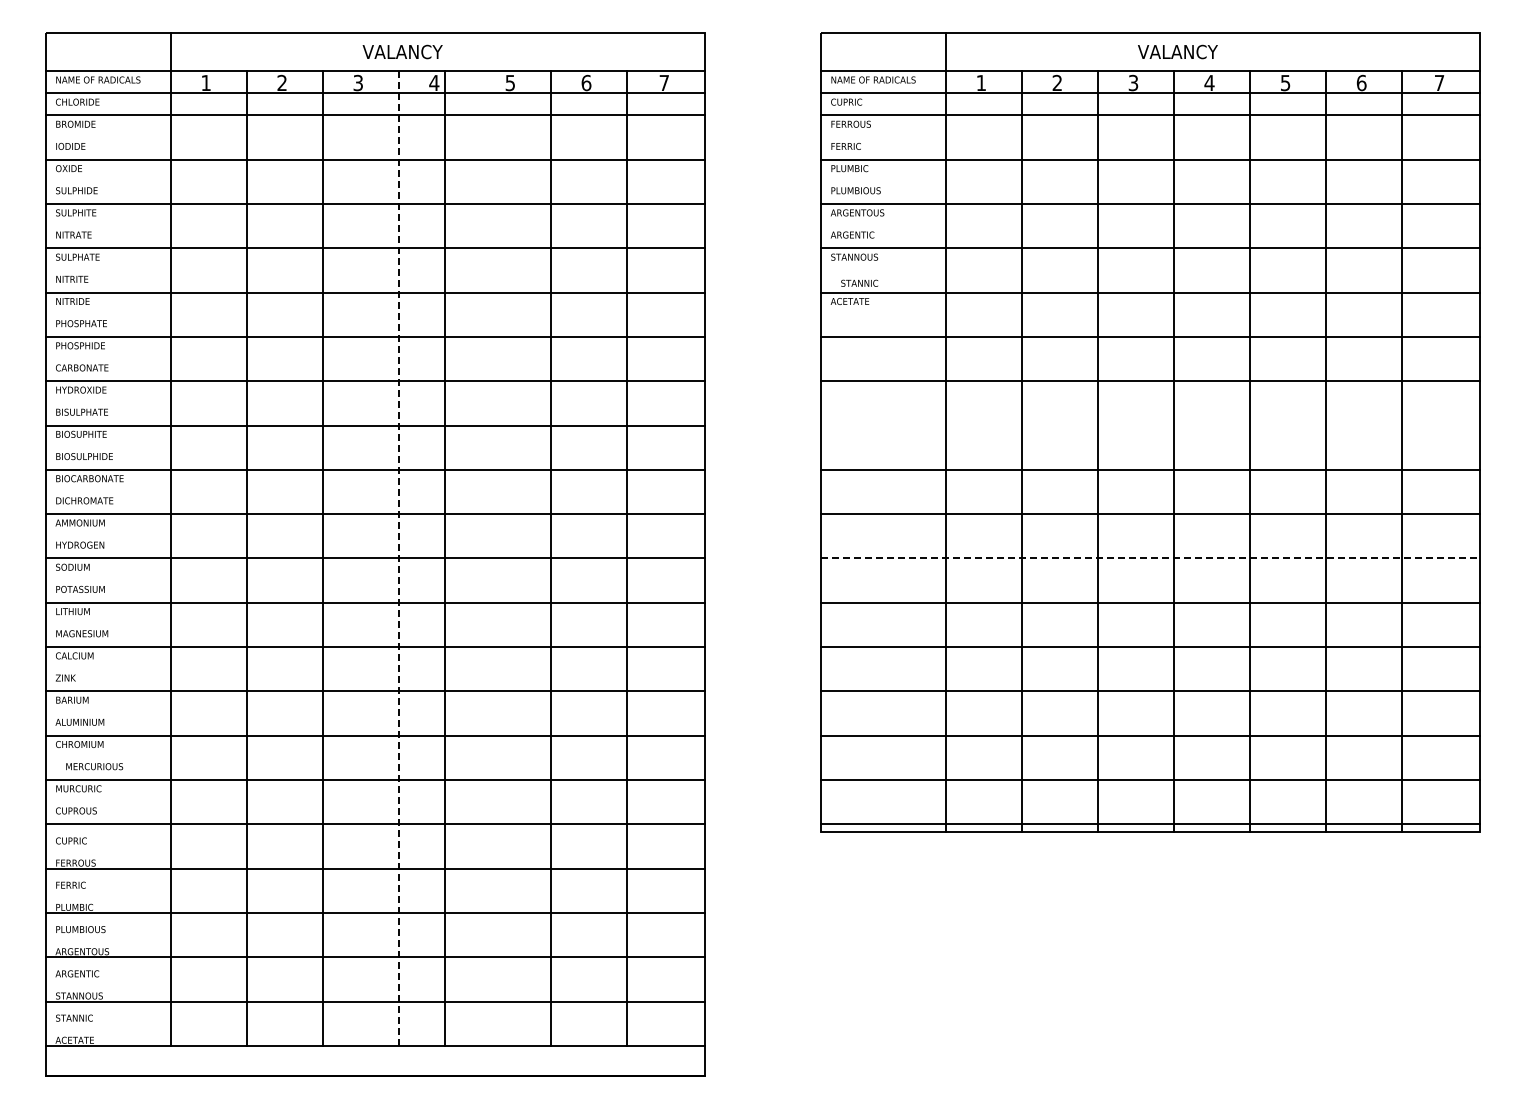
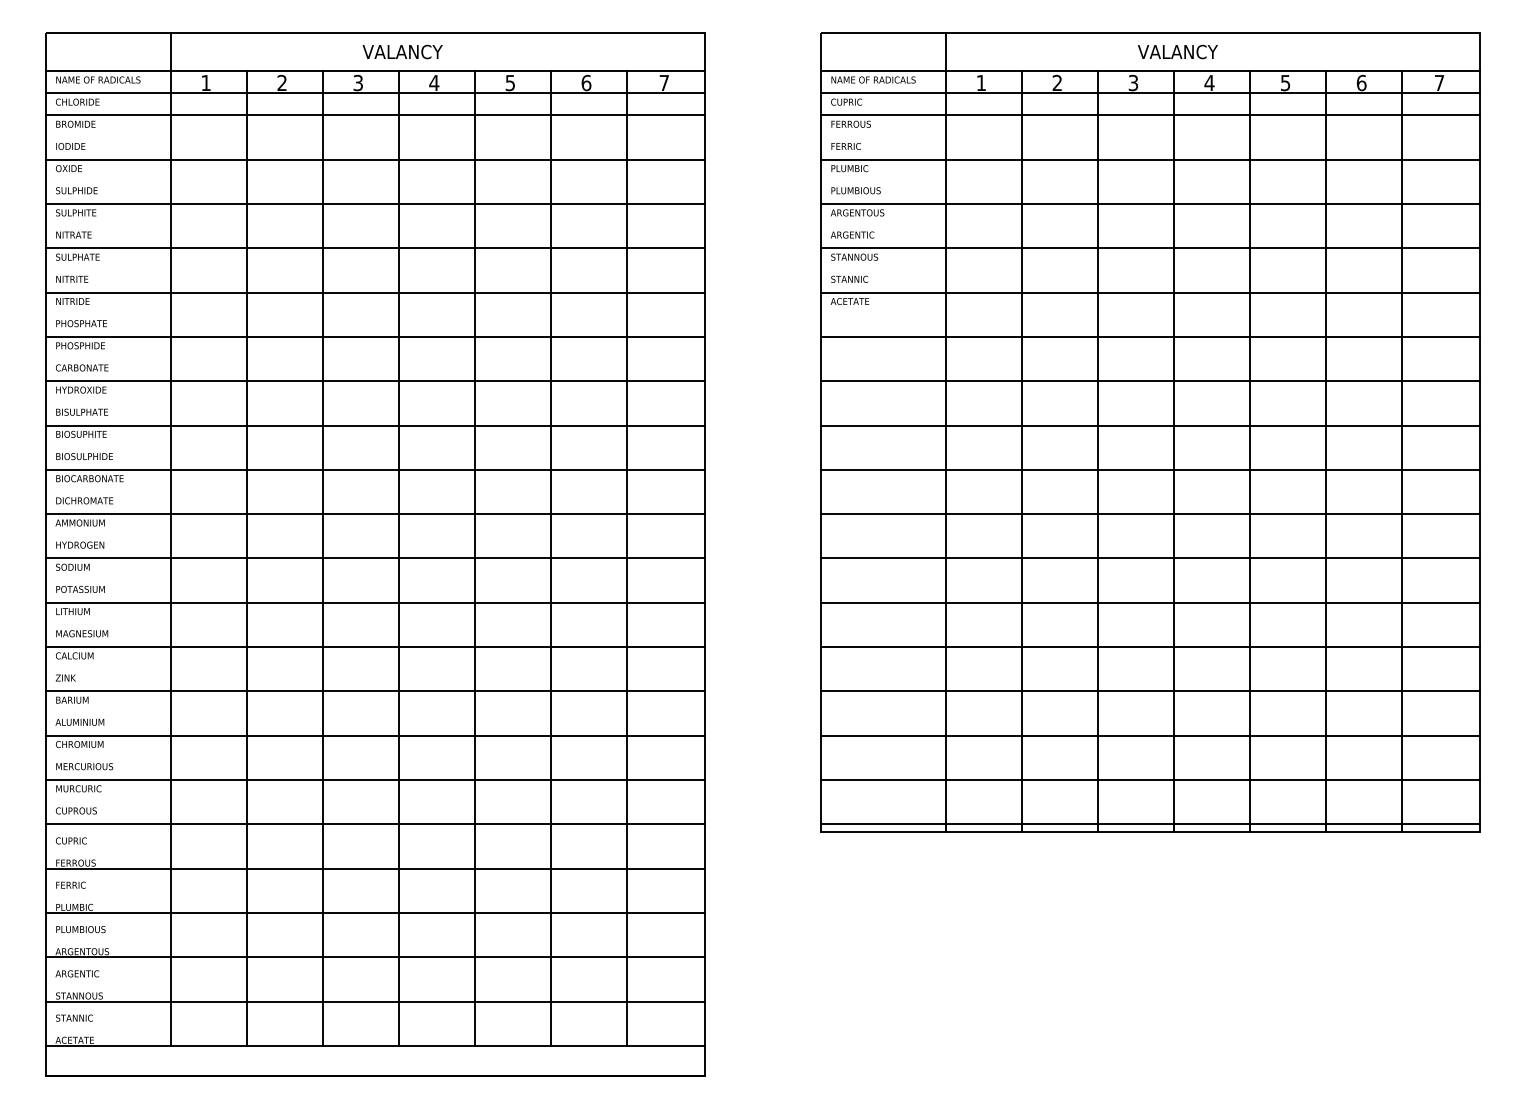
text at (859, 282) position: (859, 282) -> (849, 278)
line at (1150, 425): none -> present
line at (445, 558) position: (445, 558) -> (475, 558)
line at (1150, 558): dashed -> solid
line at (398, 559): dashed -> solid
text at (94, 766) position: (94, 766) -> (84, 766)
